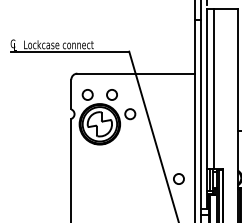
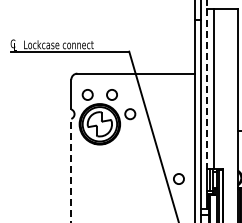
line at (207, 89): solid -> dashed
line at (71, 170): solid -> dashed
